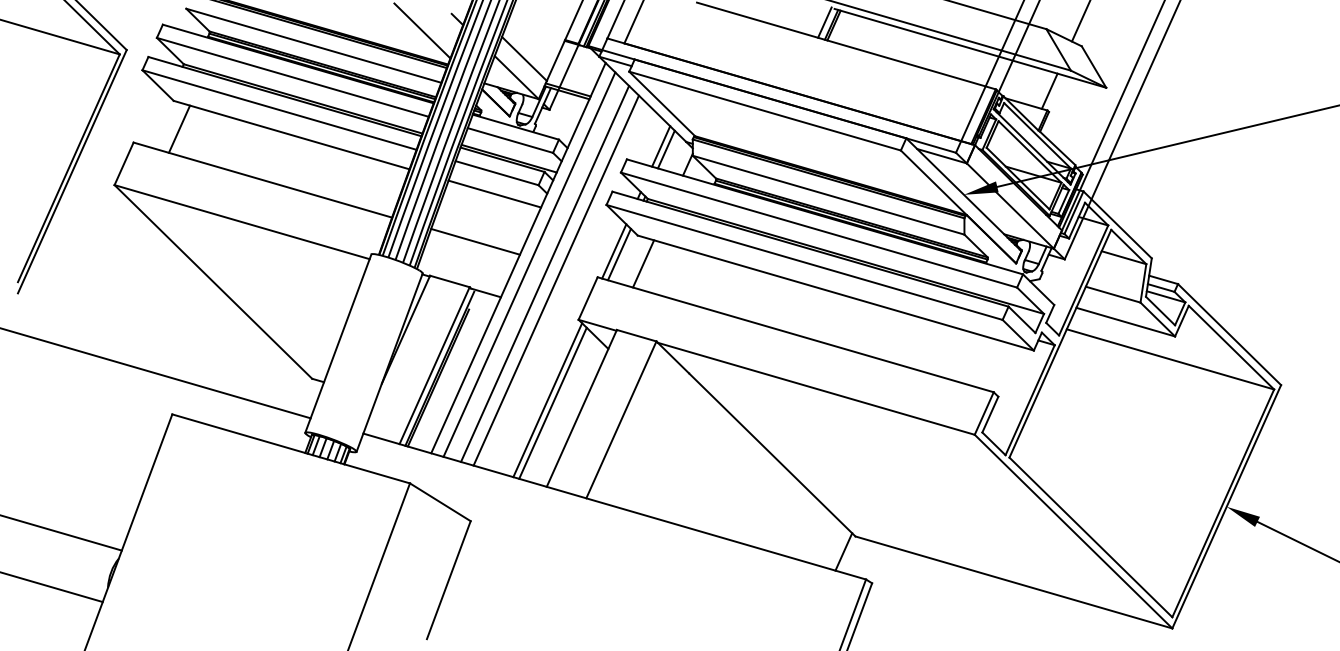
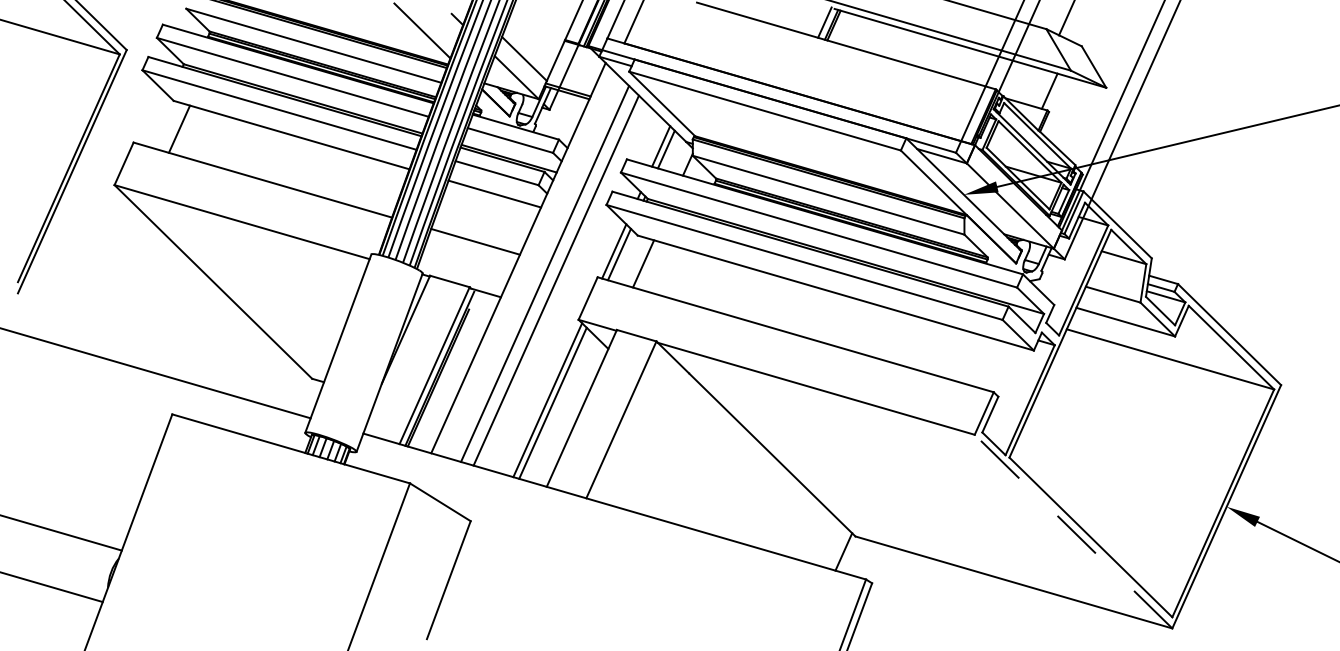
line at (1080, 21) position: (1080, 21) -> (1065, 18)
line at (529, 264): present -> none
line at (1073, 531): solid -> dashed
